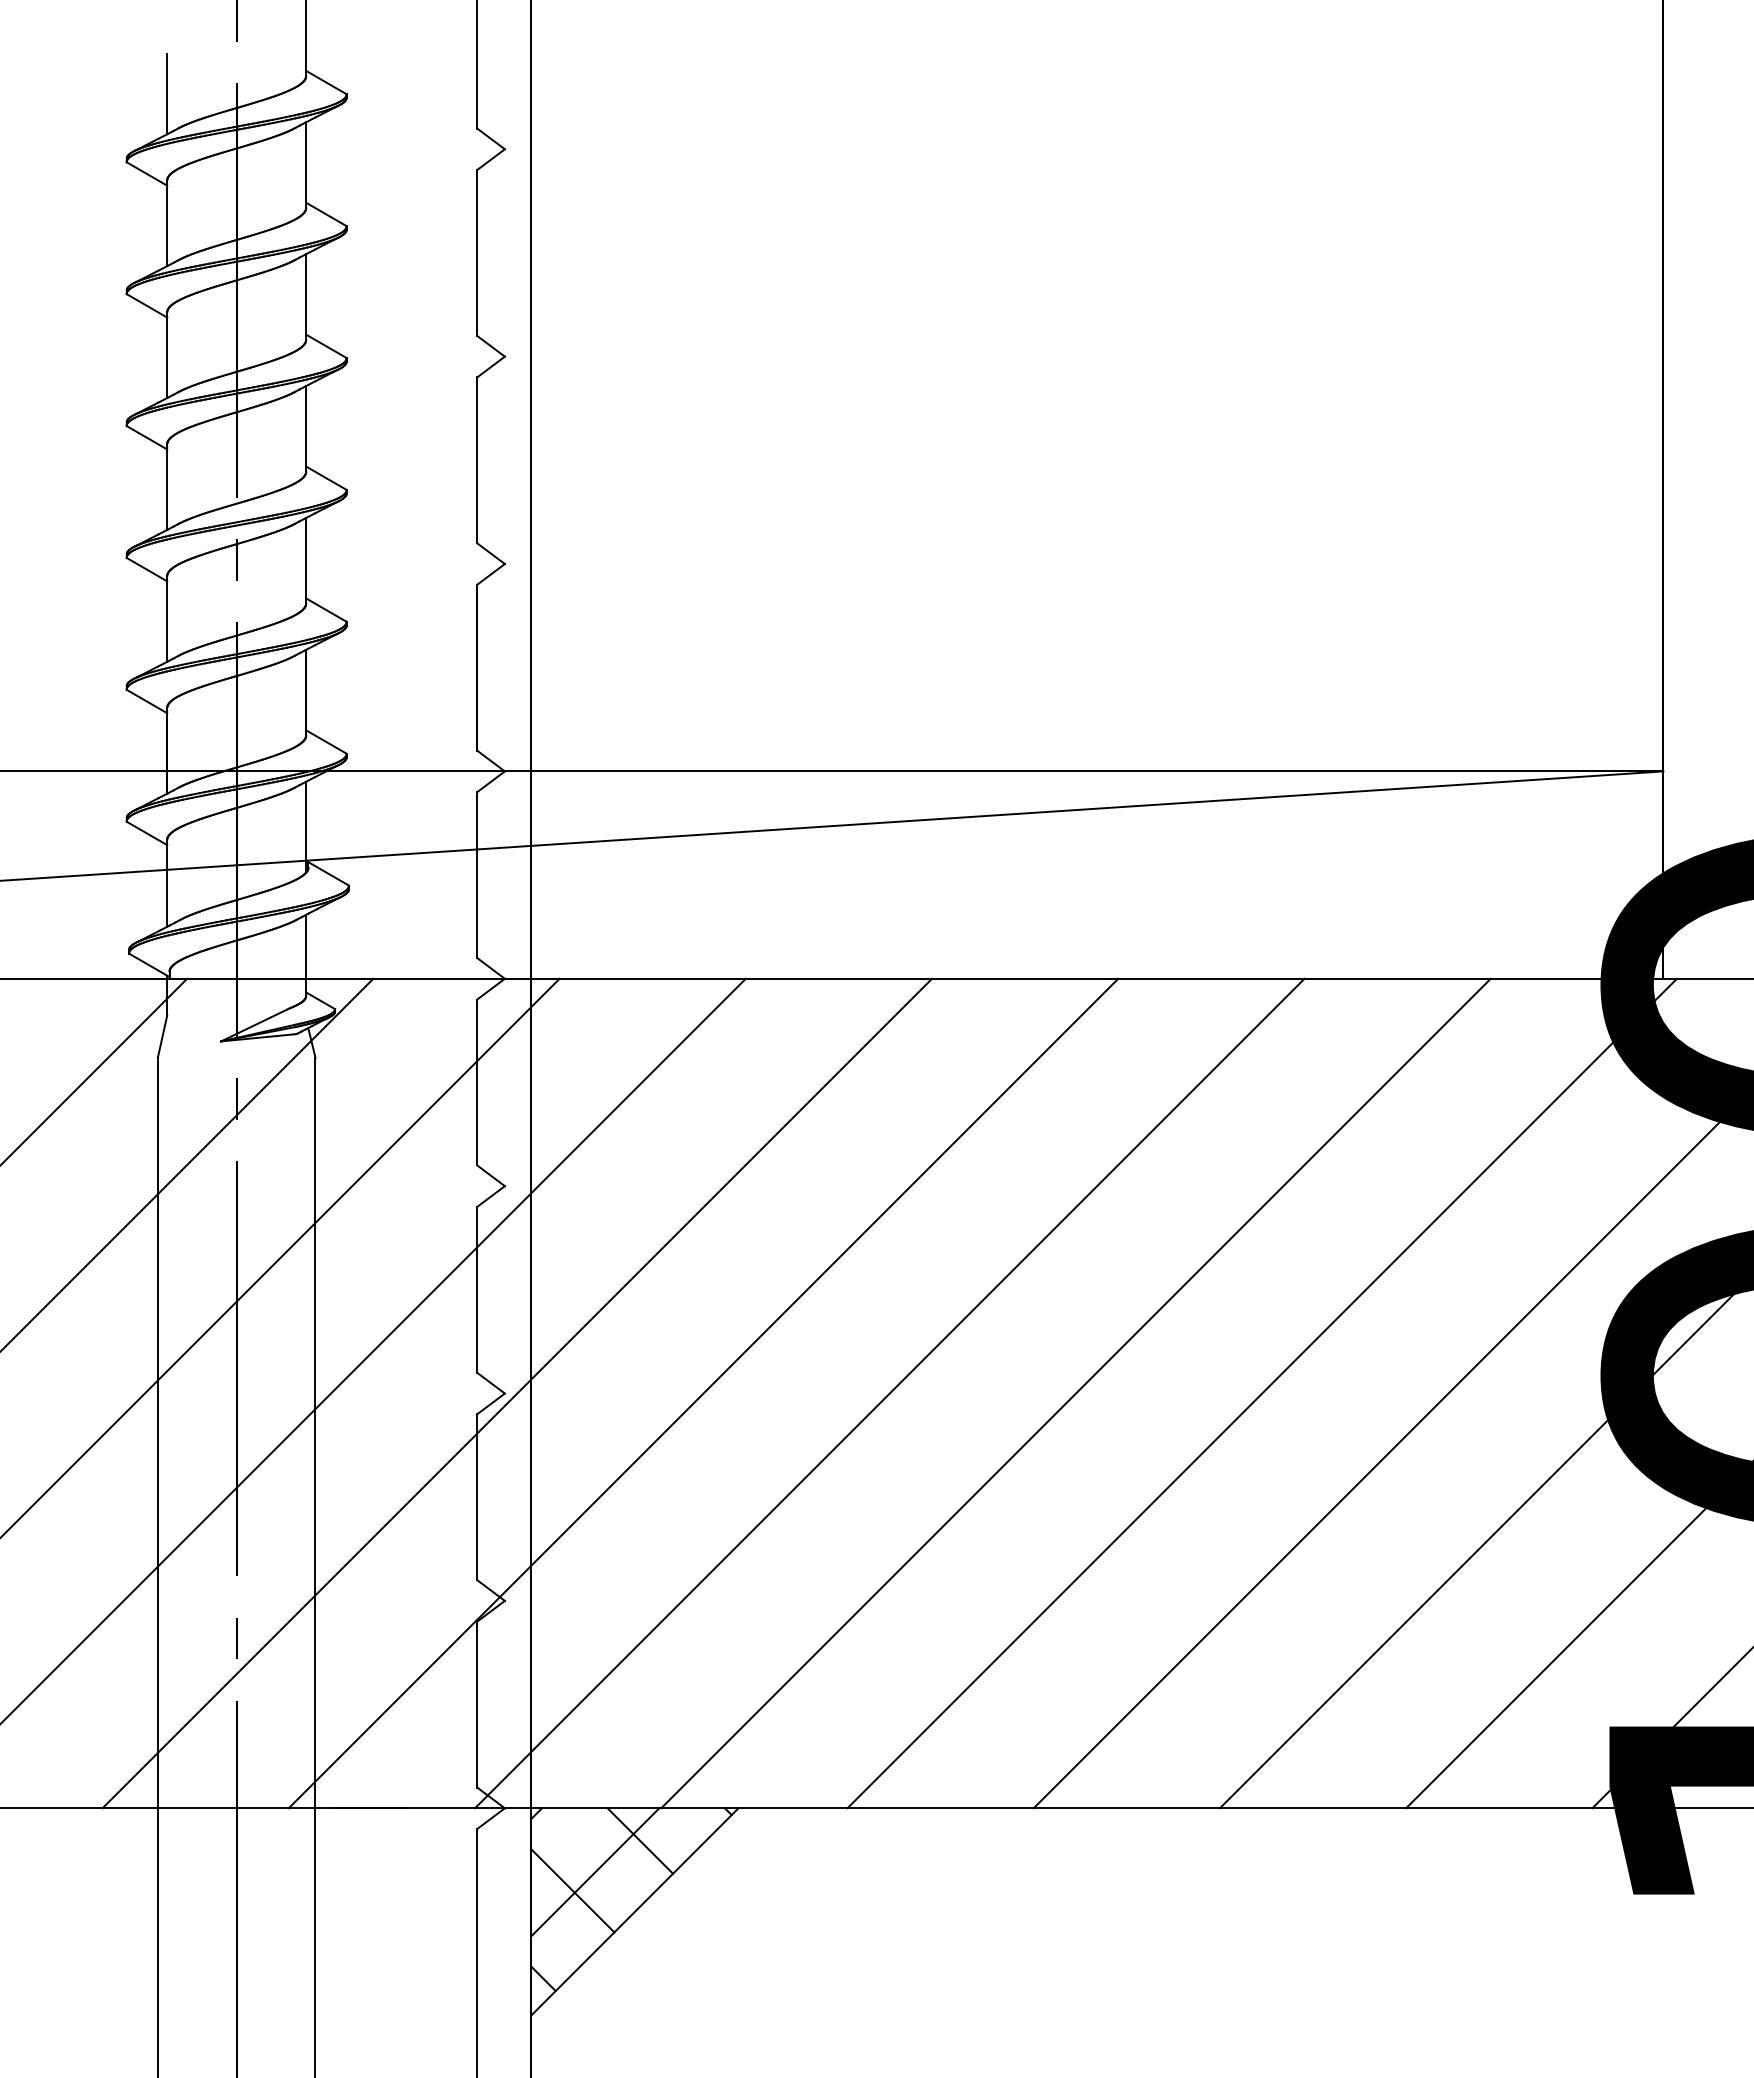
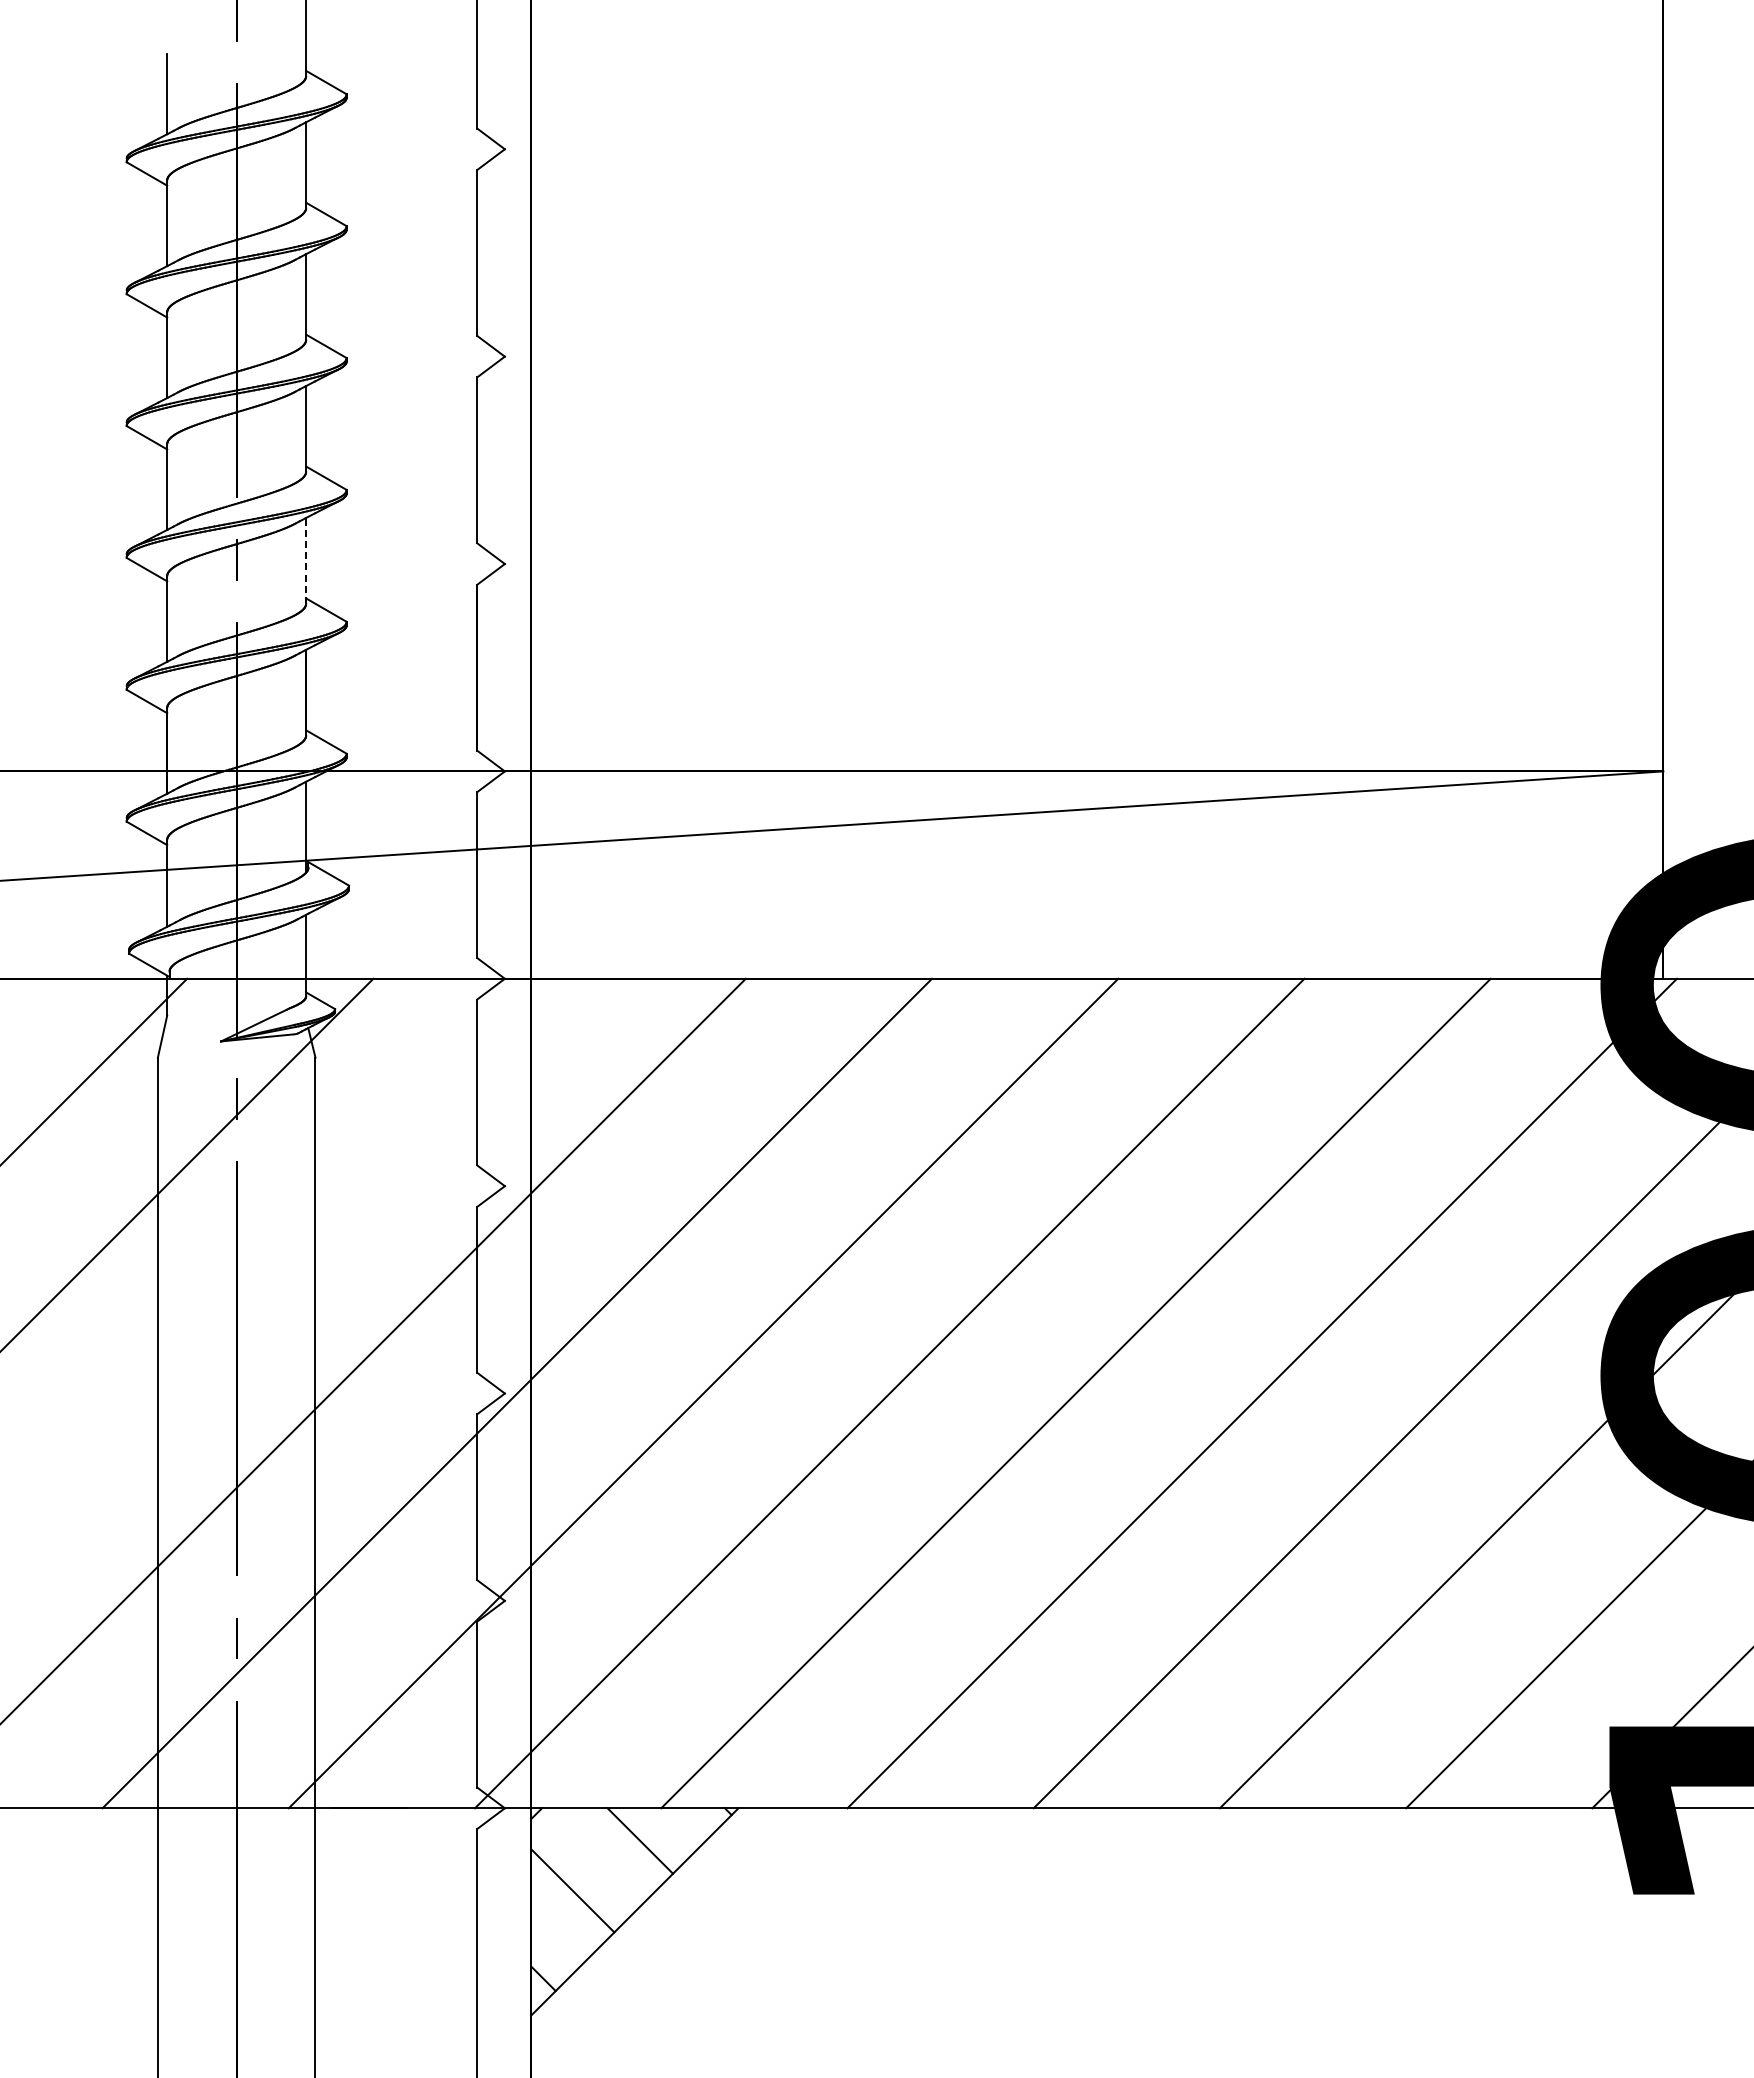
line at (306, 560): solid -> dashed
line at (280, 1257): present -> none
line at (595, 1872): present -> none
